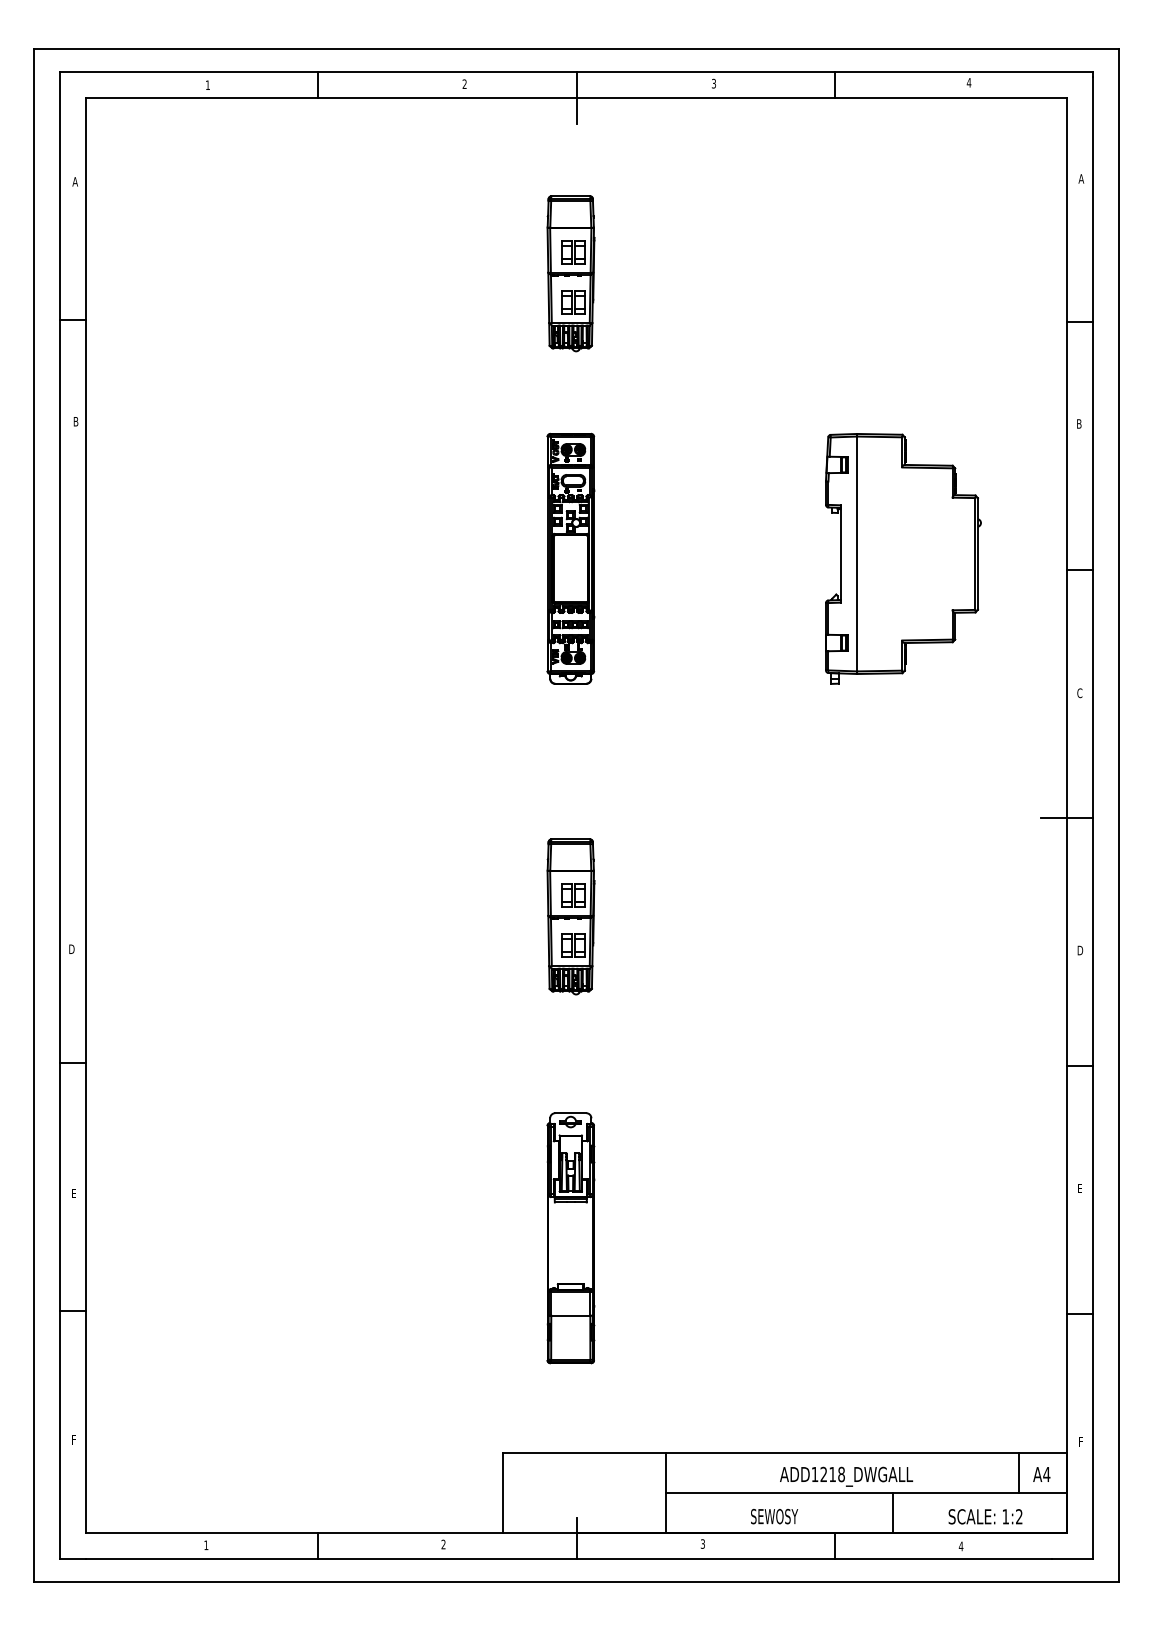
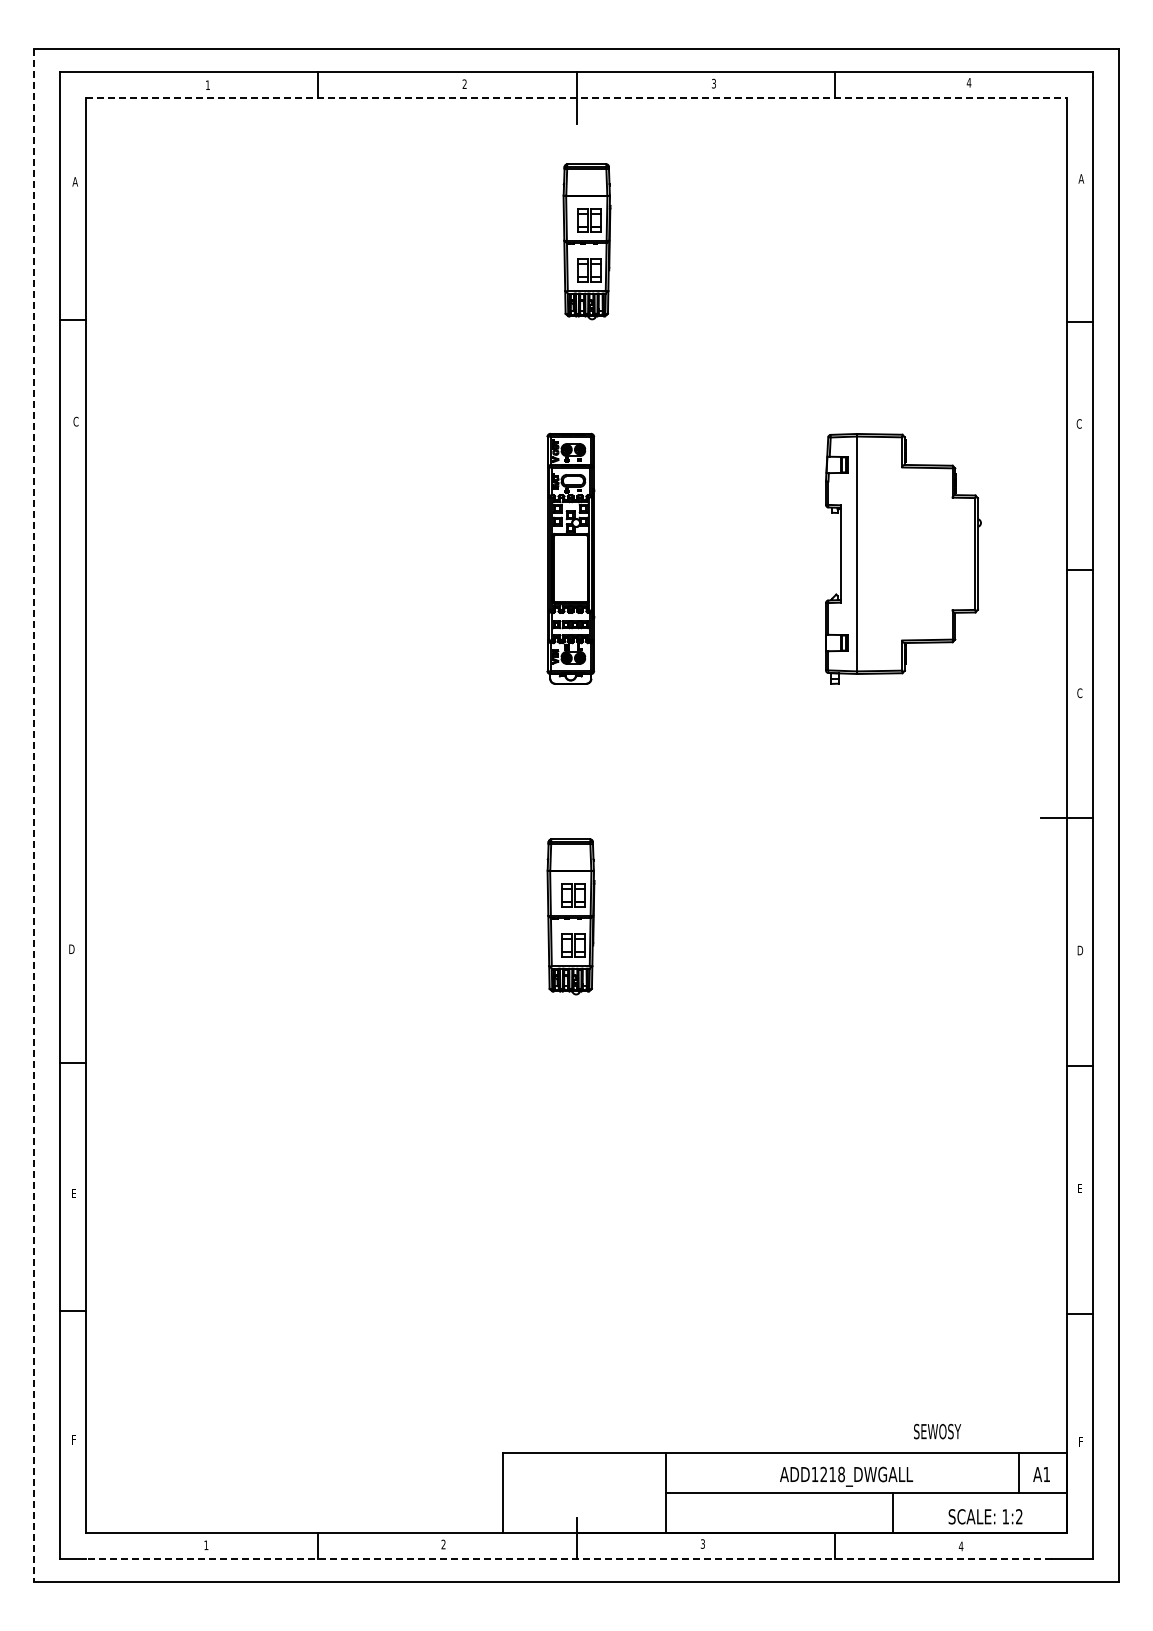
line at (577, 97): solid -> dashed
part at (570, 273) position: (570, 273) -> (586, 241)
text at (75, 421): B -> C
text at (1078, 423): B -> C
line at (34, 815): solid -> dashed
part at (570, 1238): present -> none
text at (1046, 1474): A4 -> A1
text at (774, 1516) position: (774, 1516) -> (937, 1431)
line at (568, 1558): solid -> dashed
